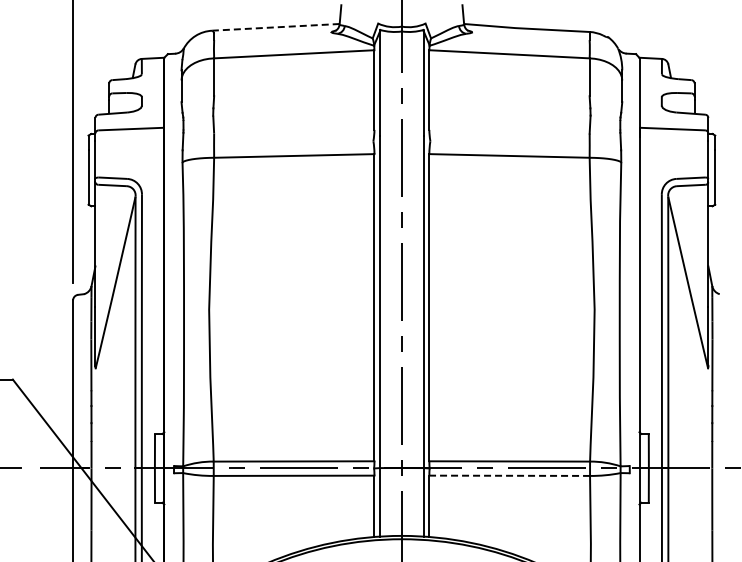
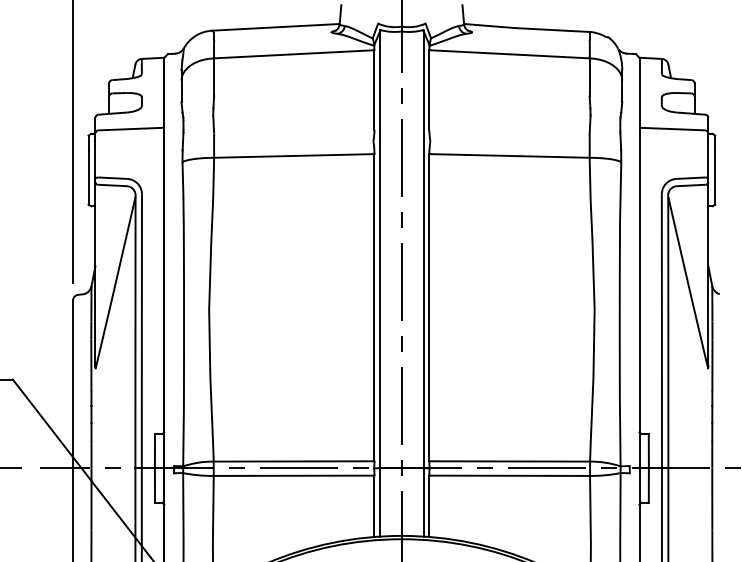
line at (276, 27): dashed -> solid
line at (509, 475): dashed -> solid
